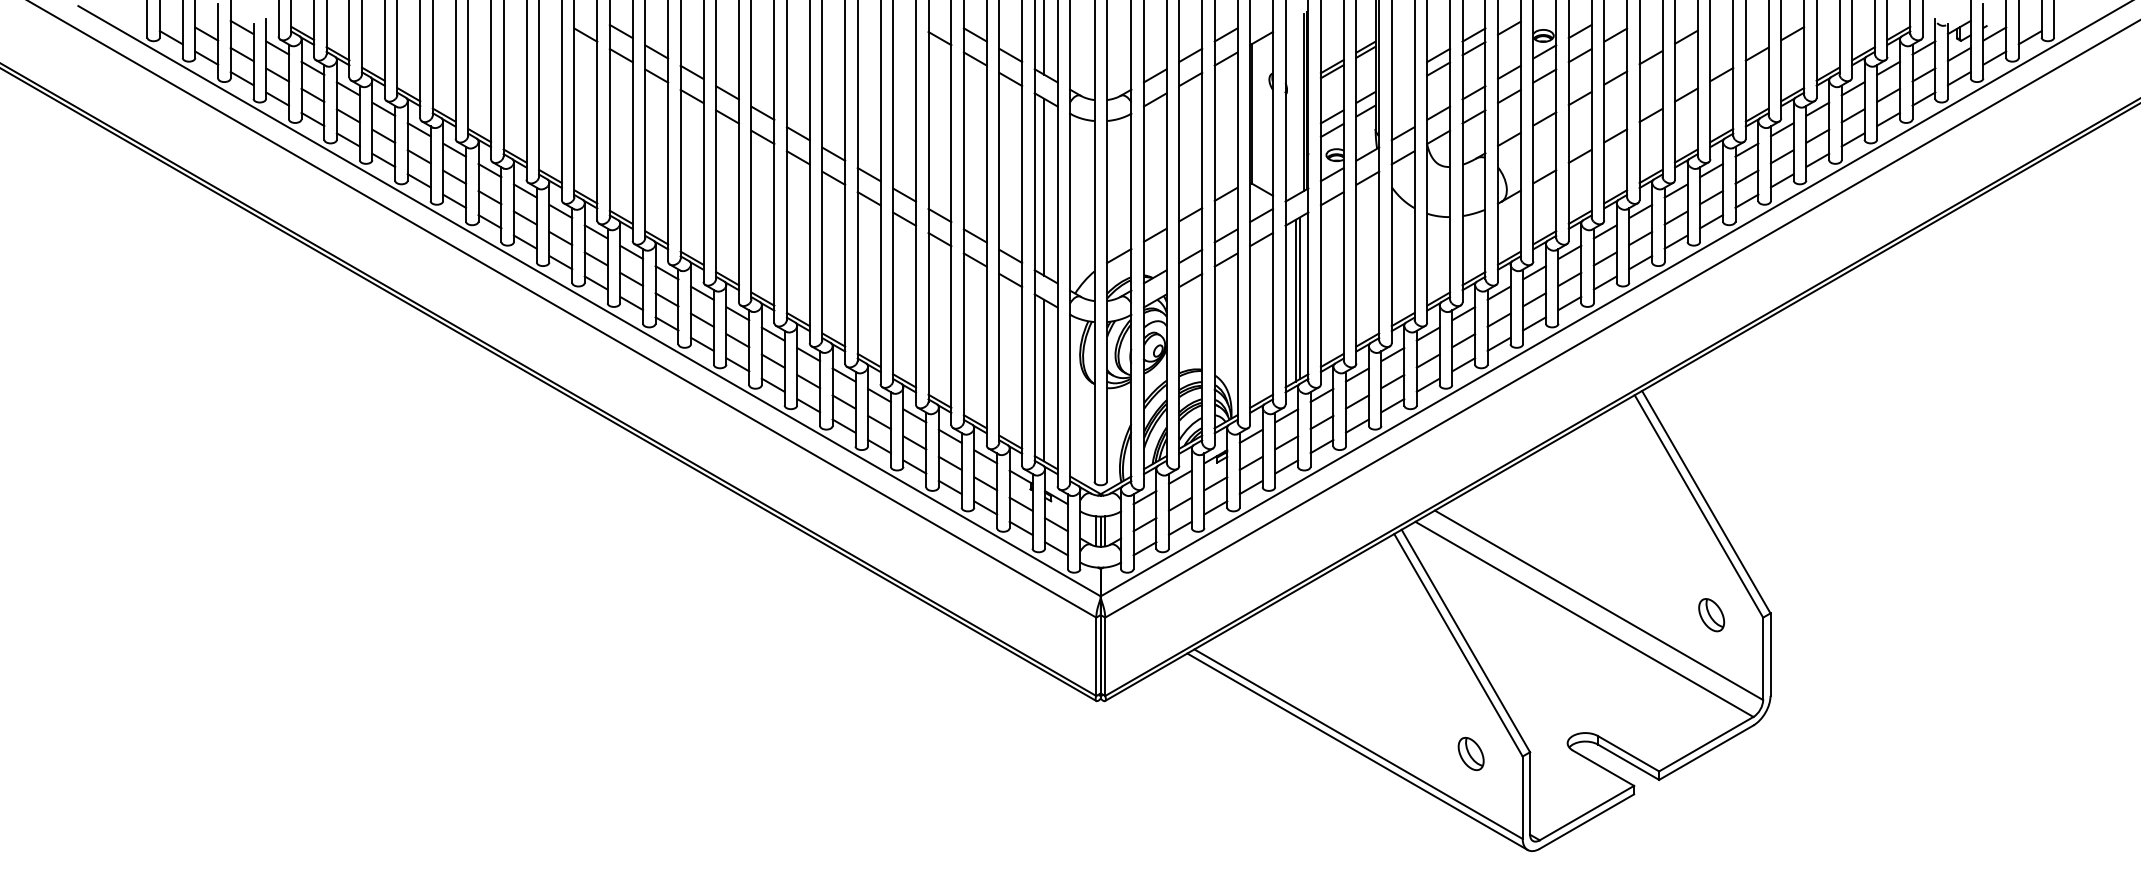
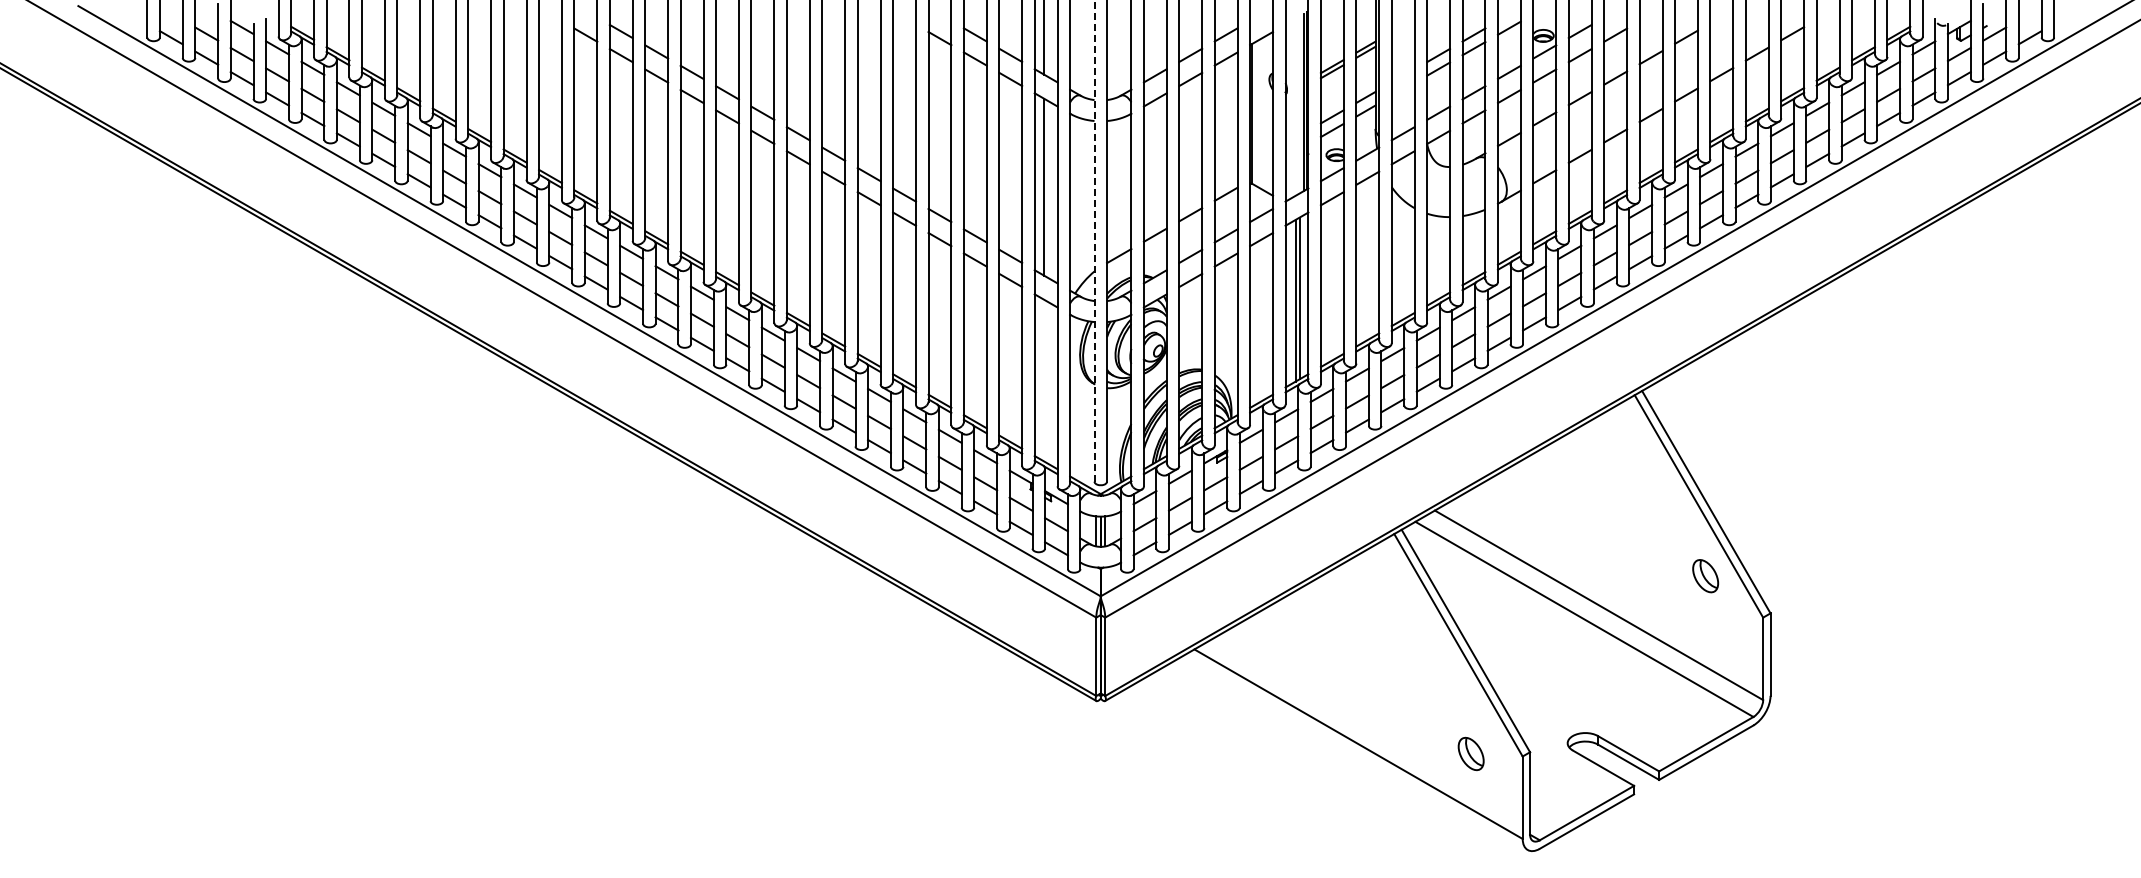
line at (1094, 240): solid -> dashed
line at (1044, 380): present -> none
part at (1711, 615) position: (1711, 615) -> (1705, 576)
line at (1357, 751): present -> none
